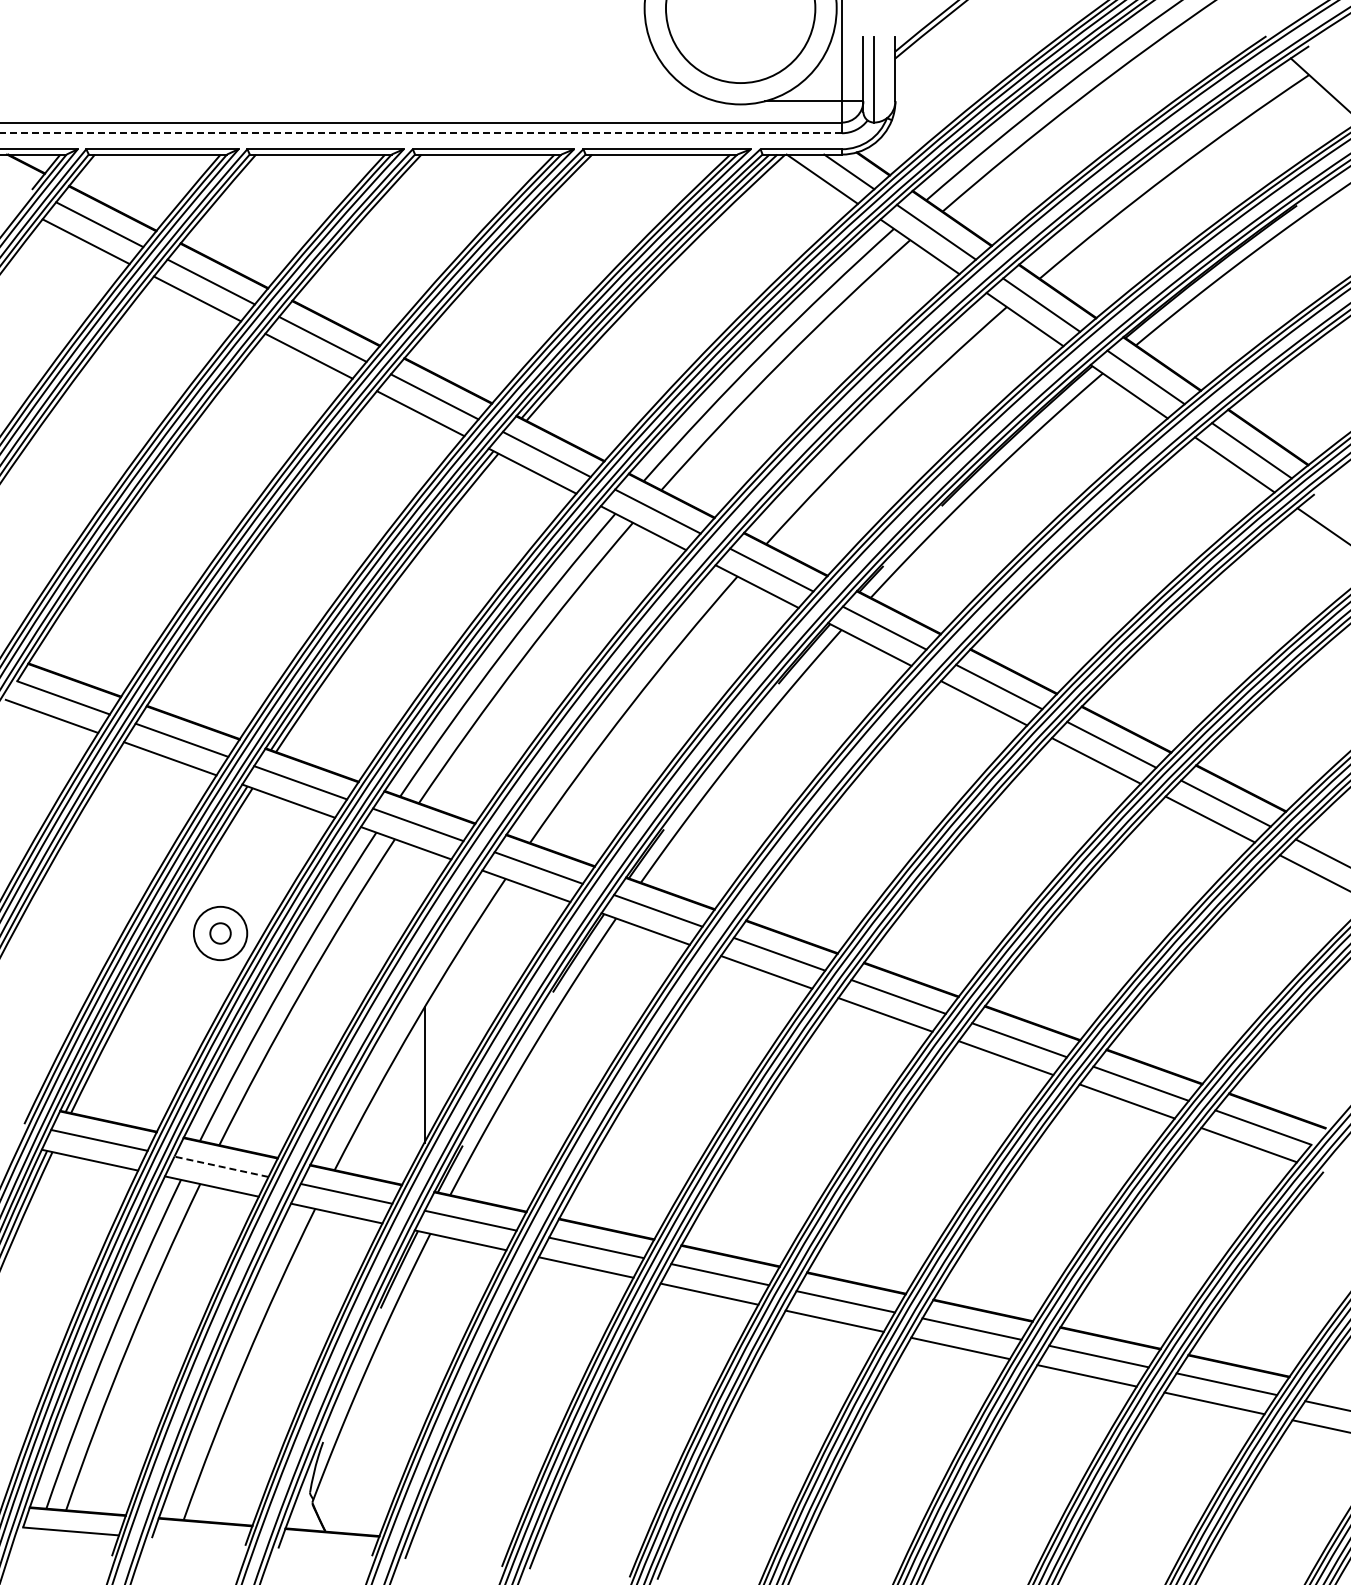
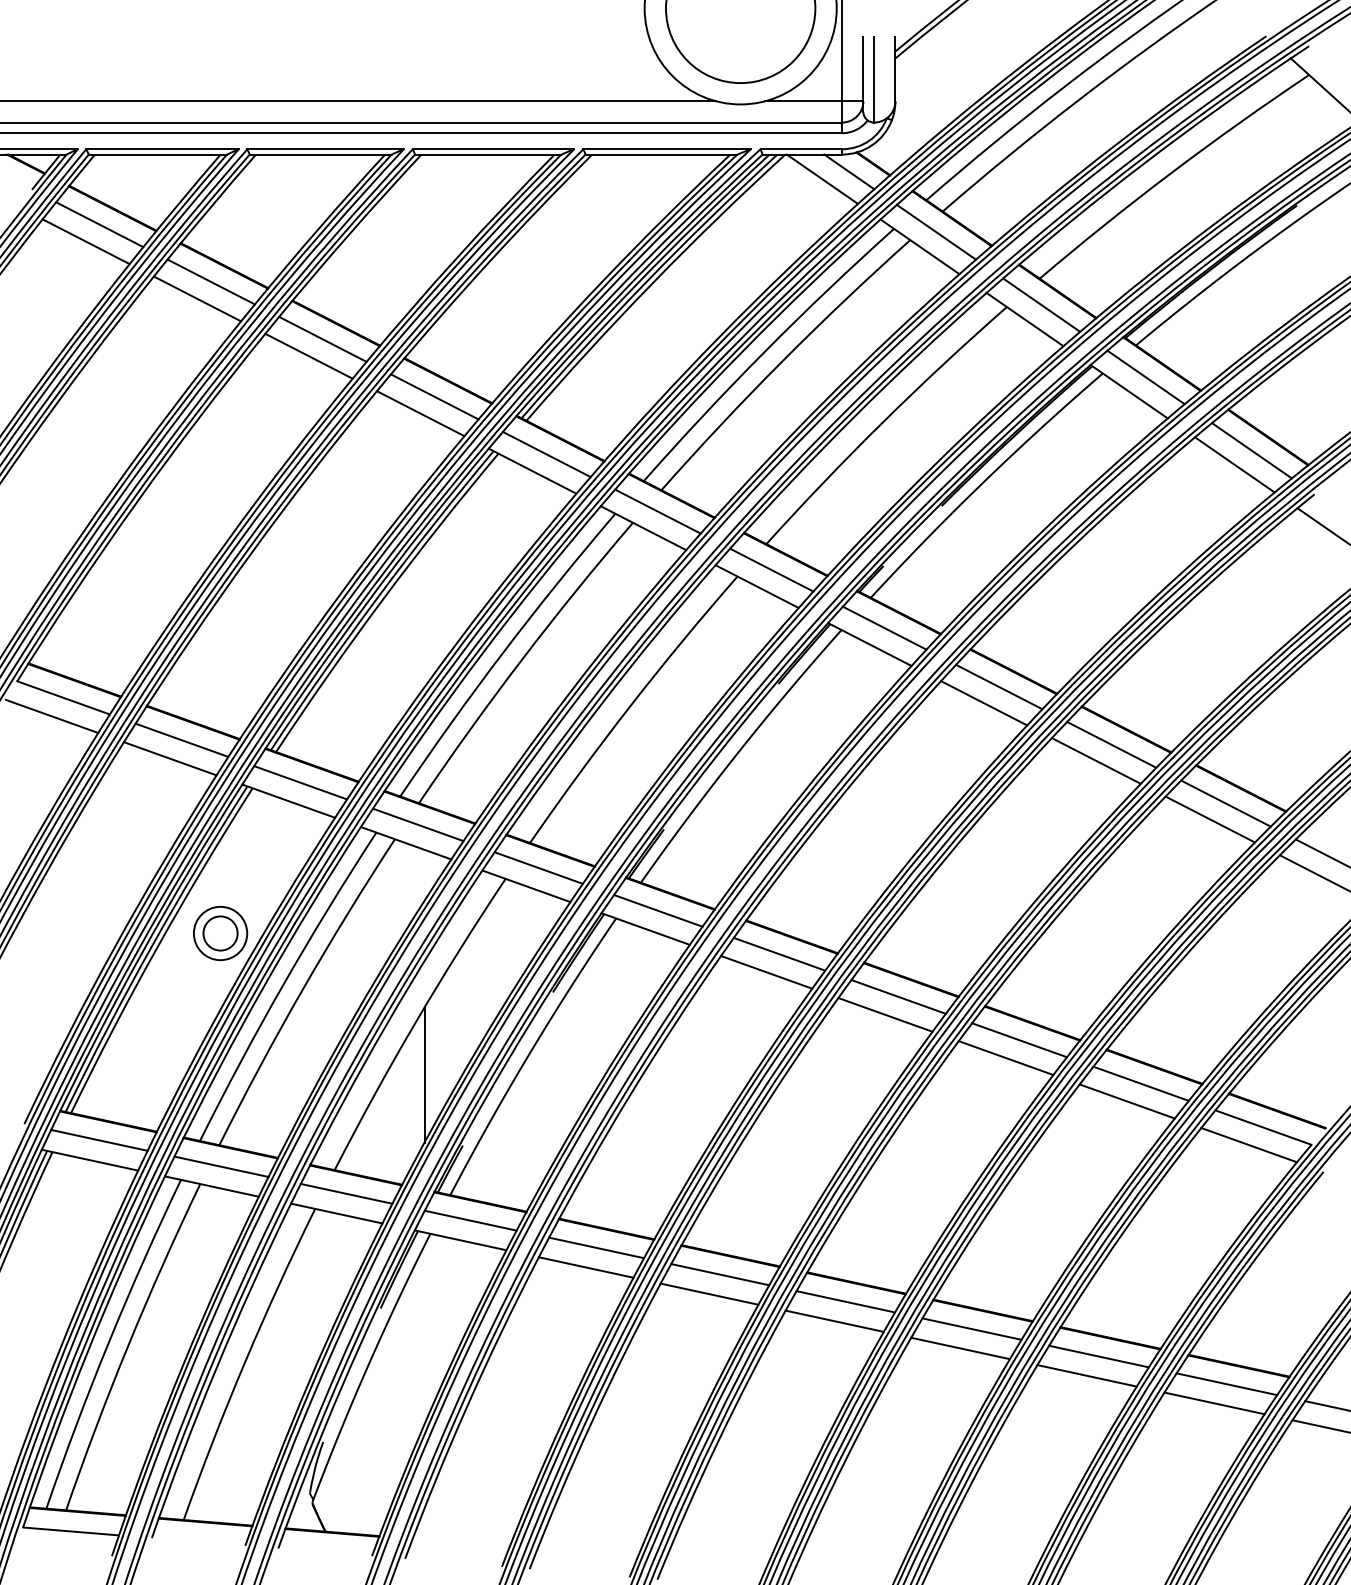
line at (359, 101): none -> present
line at (421, 133): dashed -> solid
circle at (220, 933) diameter: 20 px -> 34 px
line at (221, 1166): dashed -> solid
